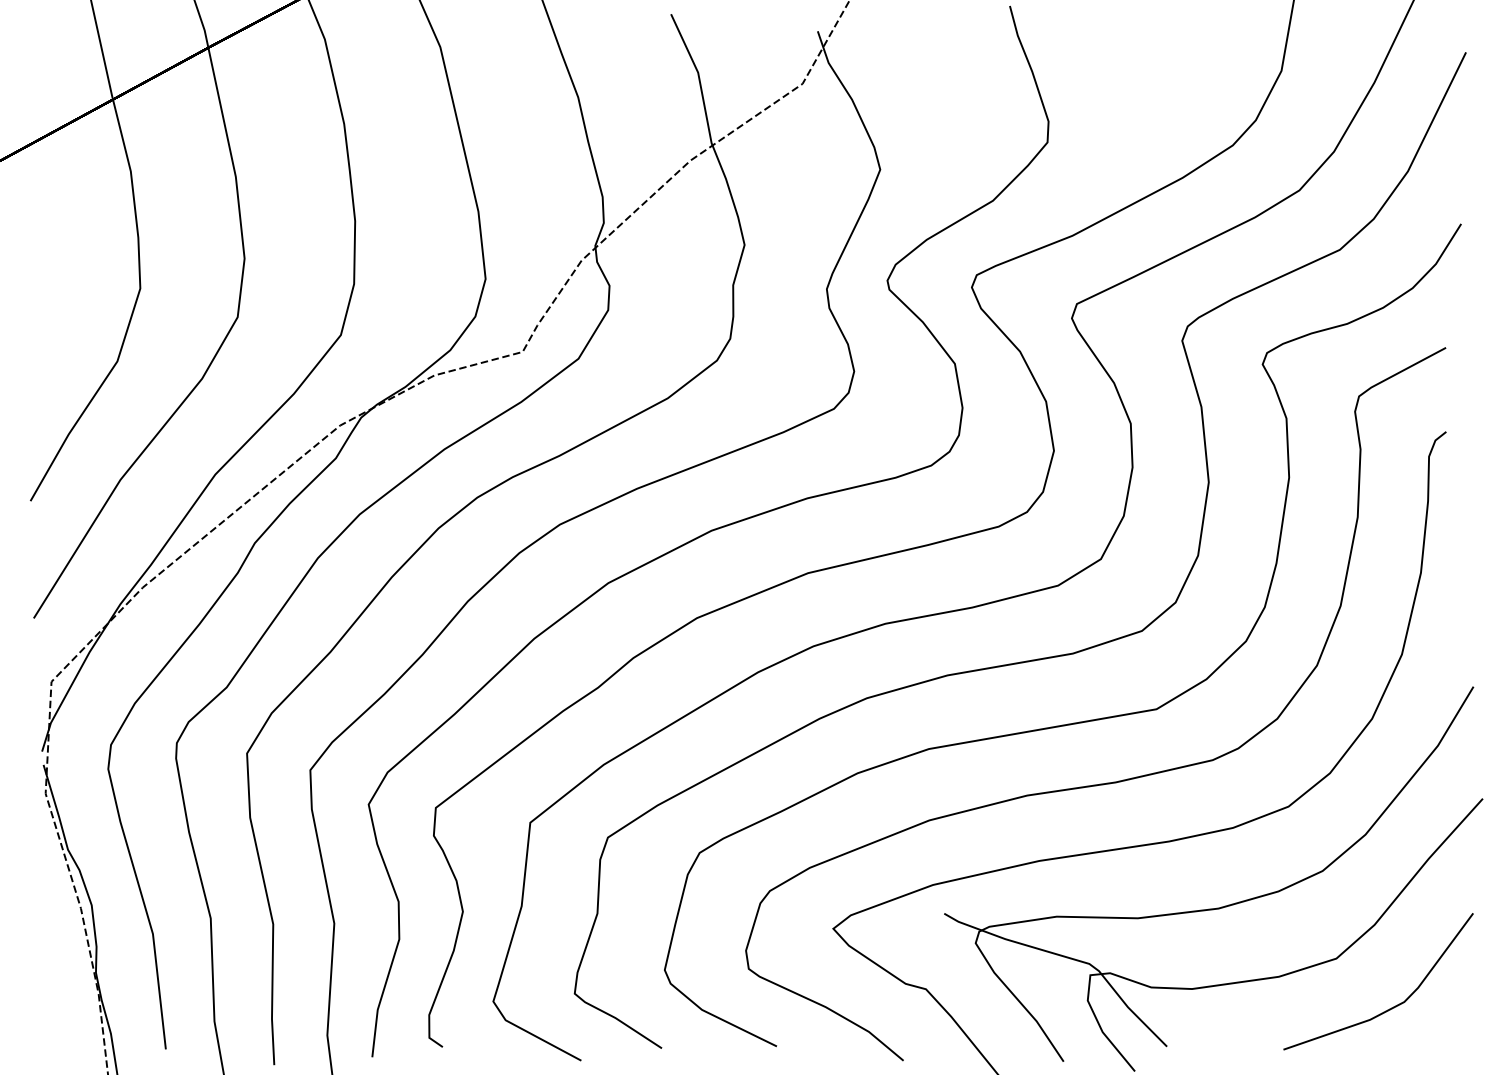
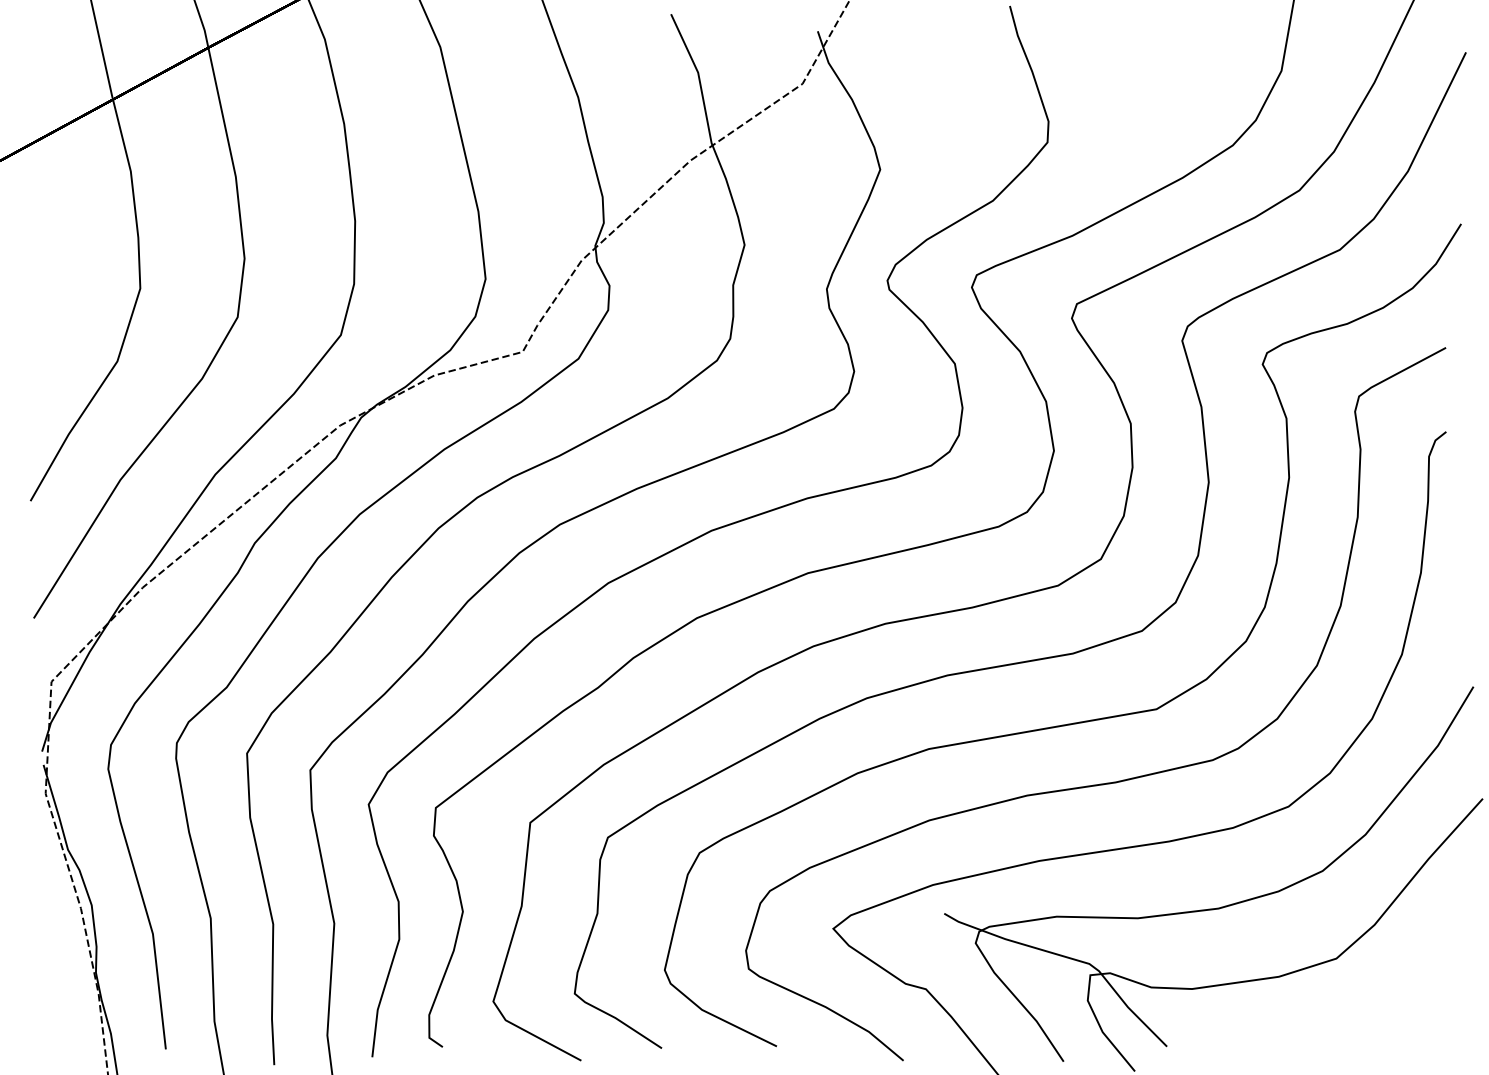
part at (1391, 1007): present -> none
